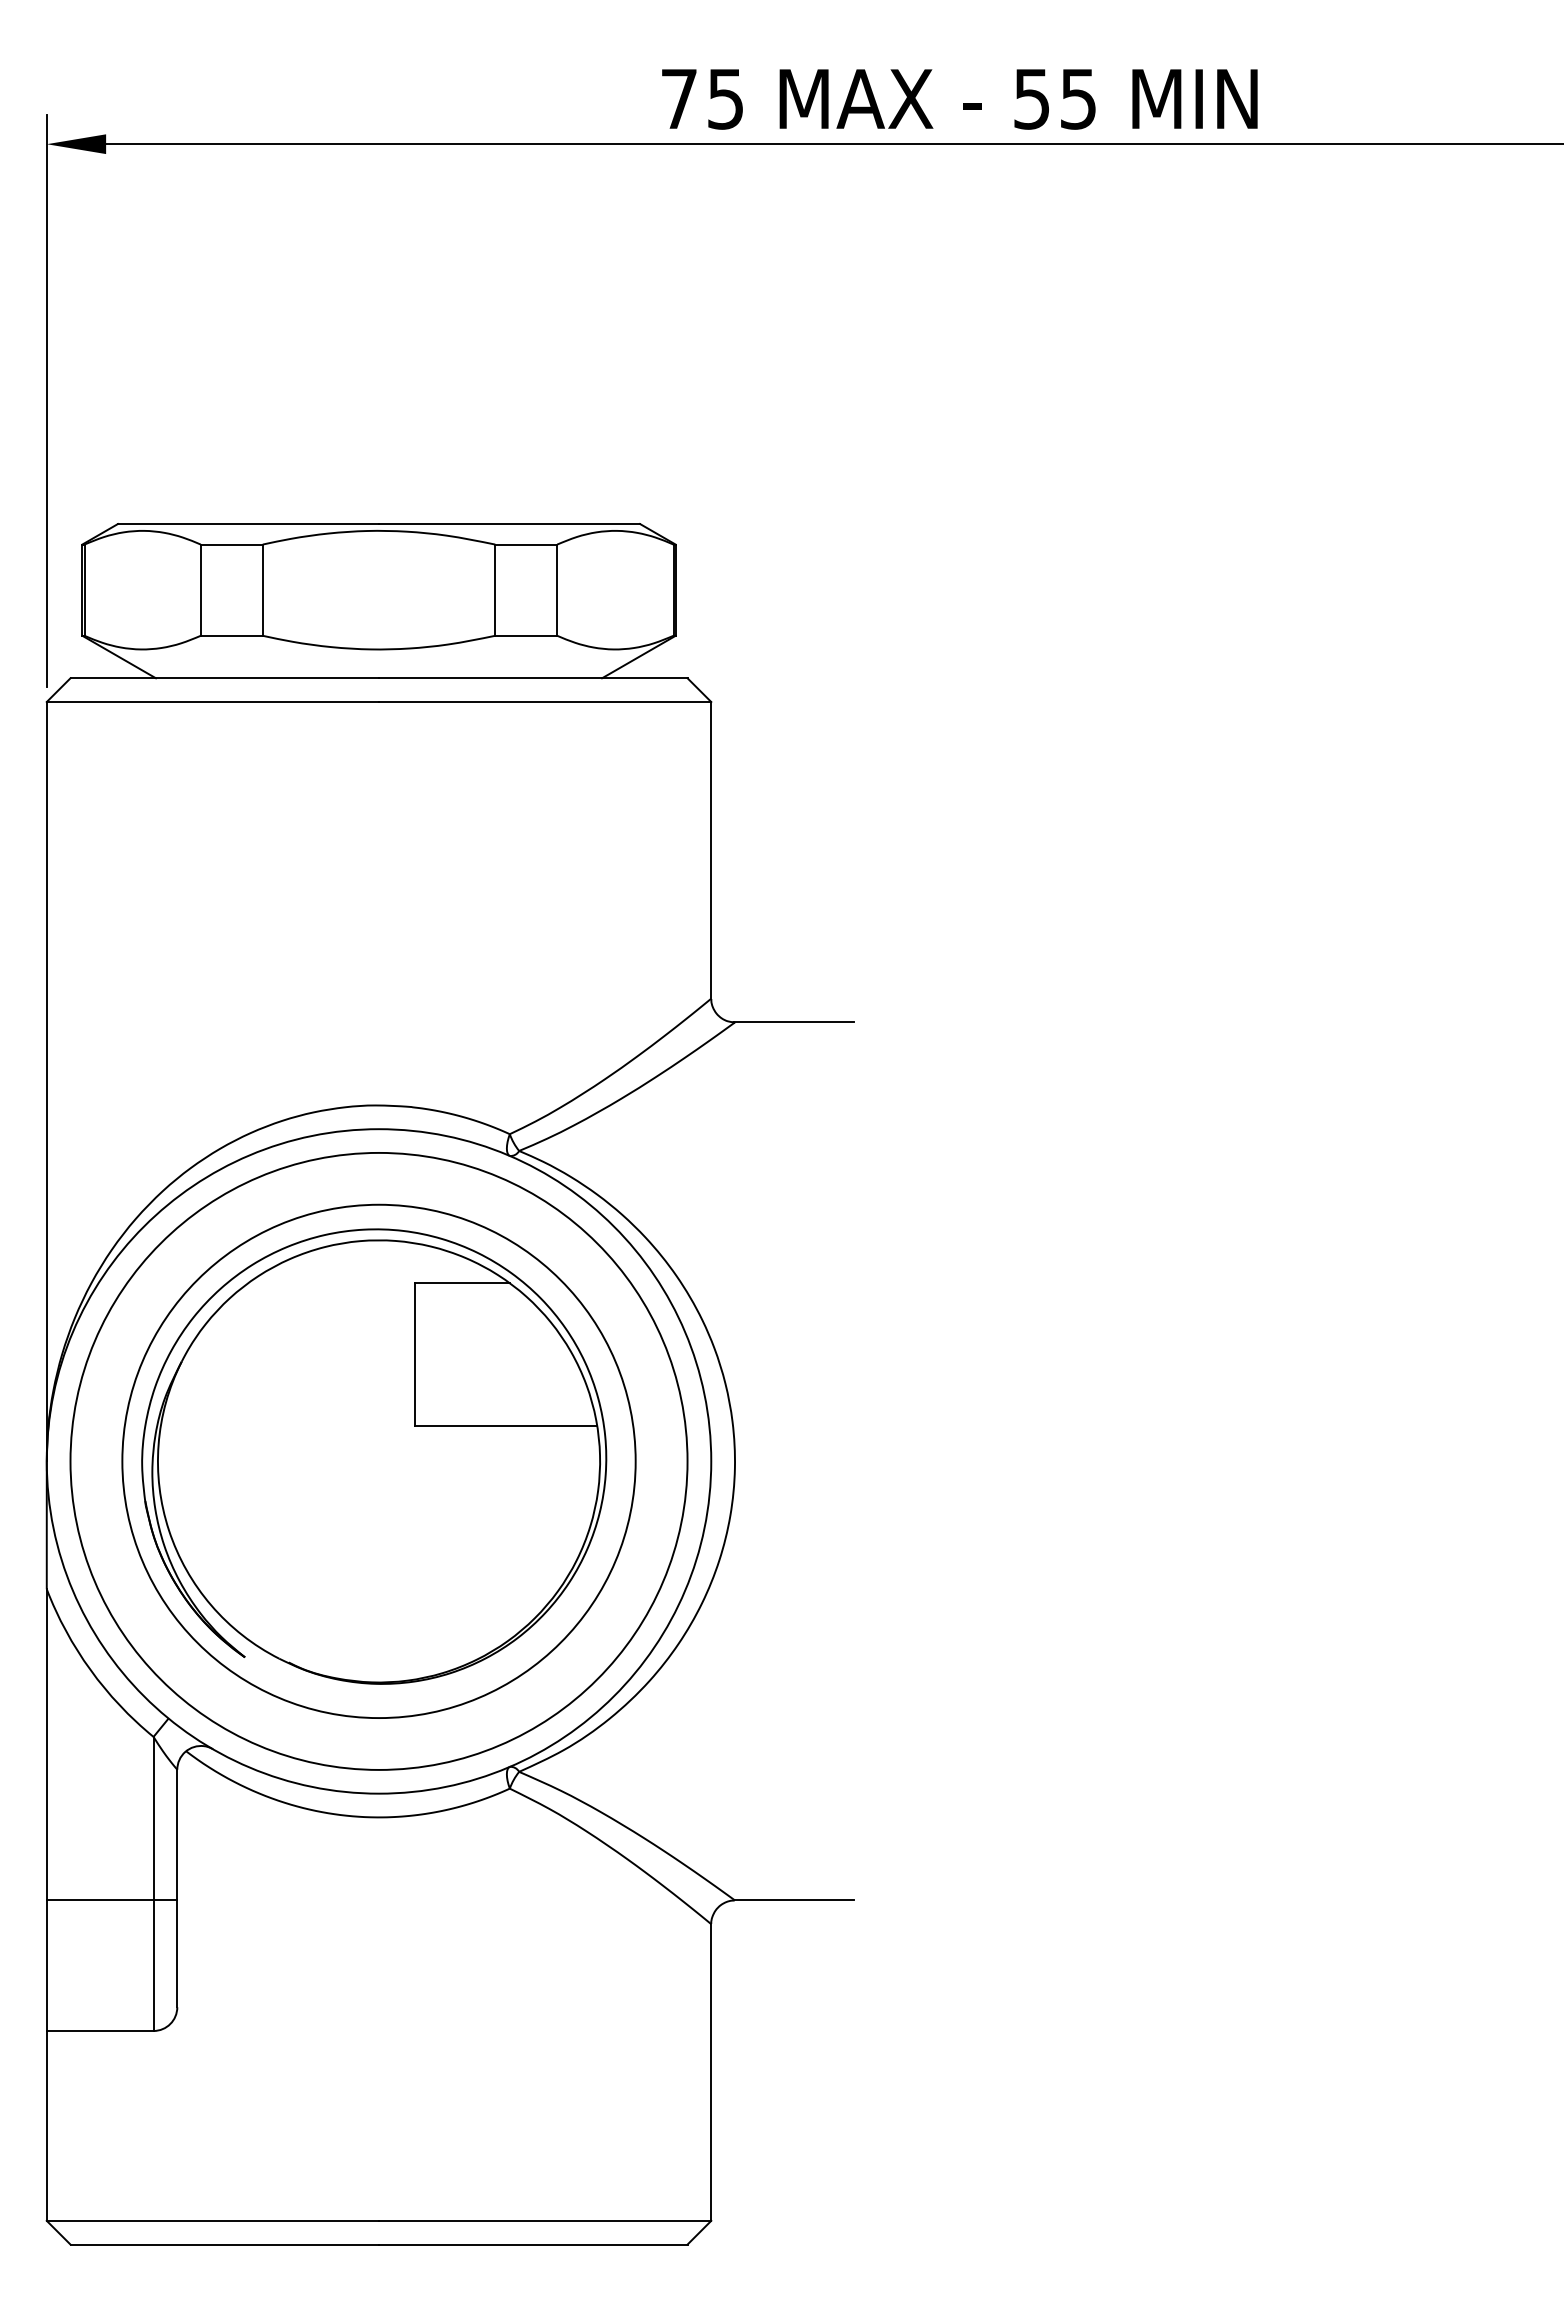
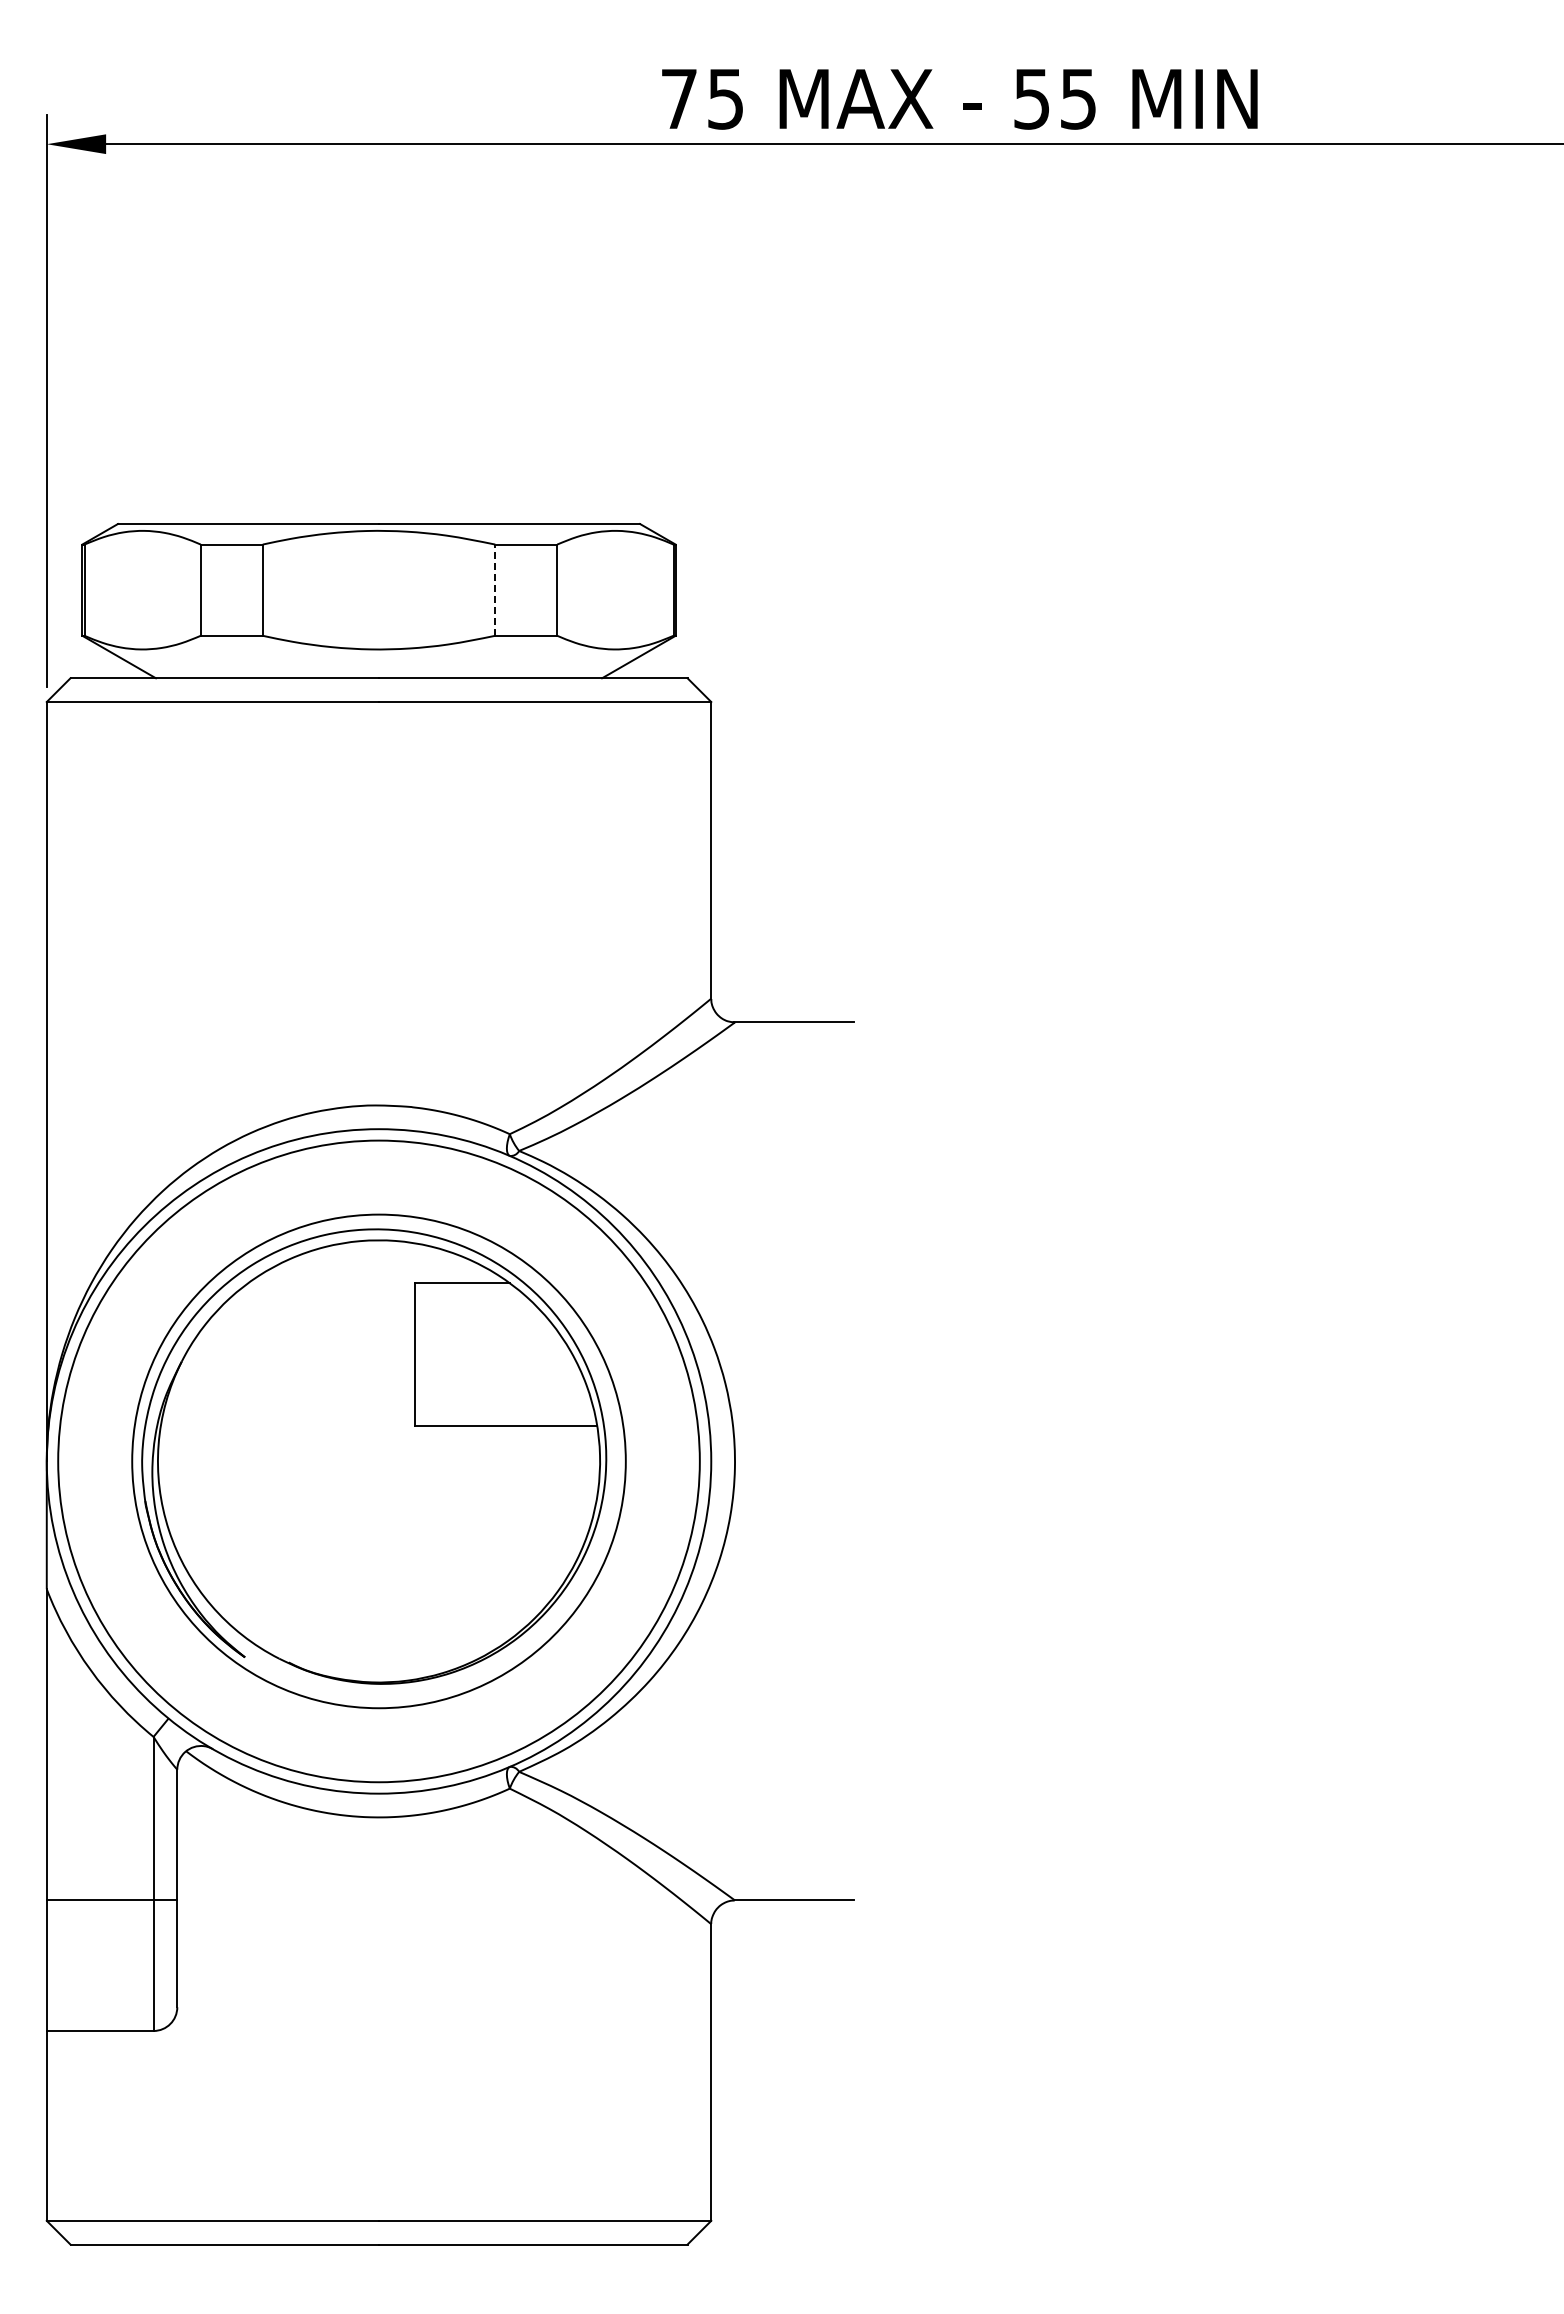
line at (495, 590): solid -> dashed
circle at (378, 1460) diameter: 617 px -> 494 px
circle at (378, 1461) diameter: 513 px -> 642 px
